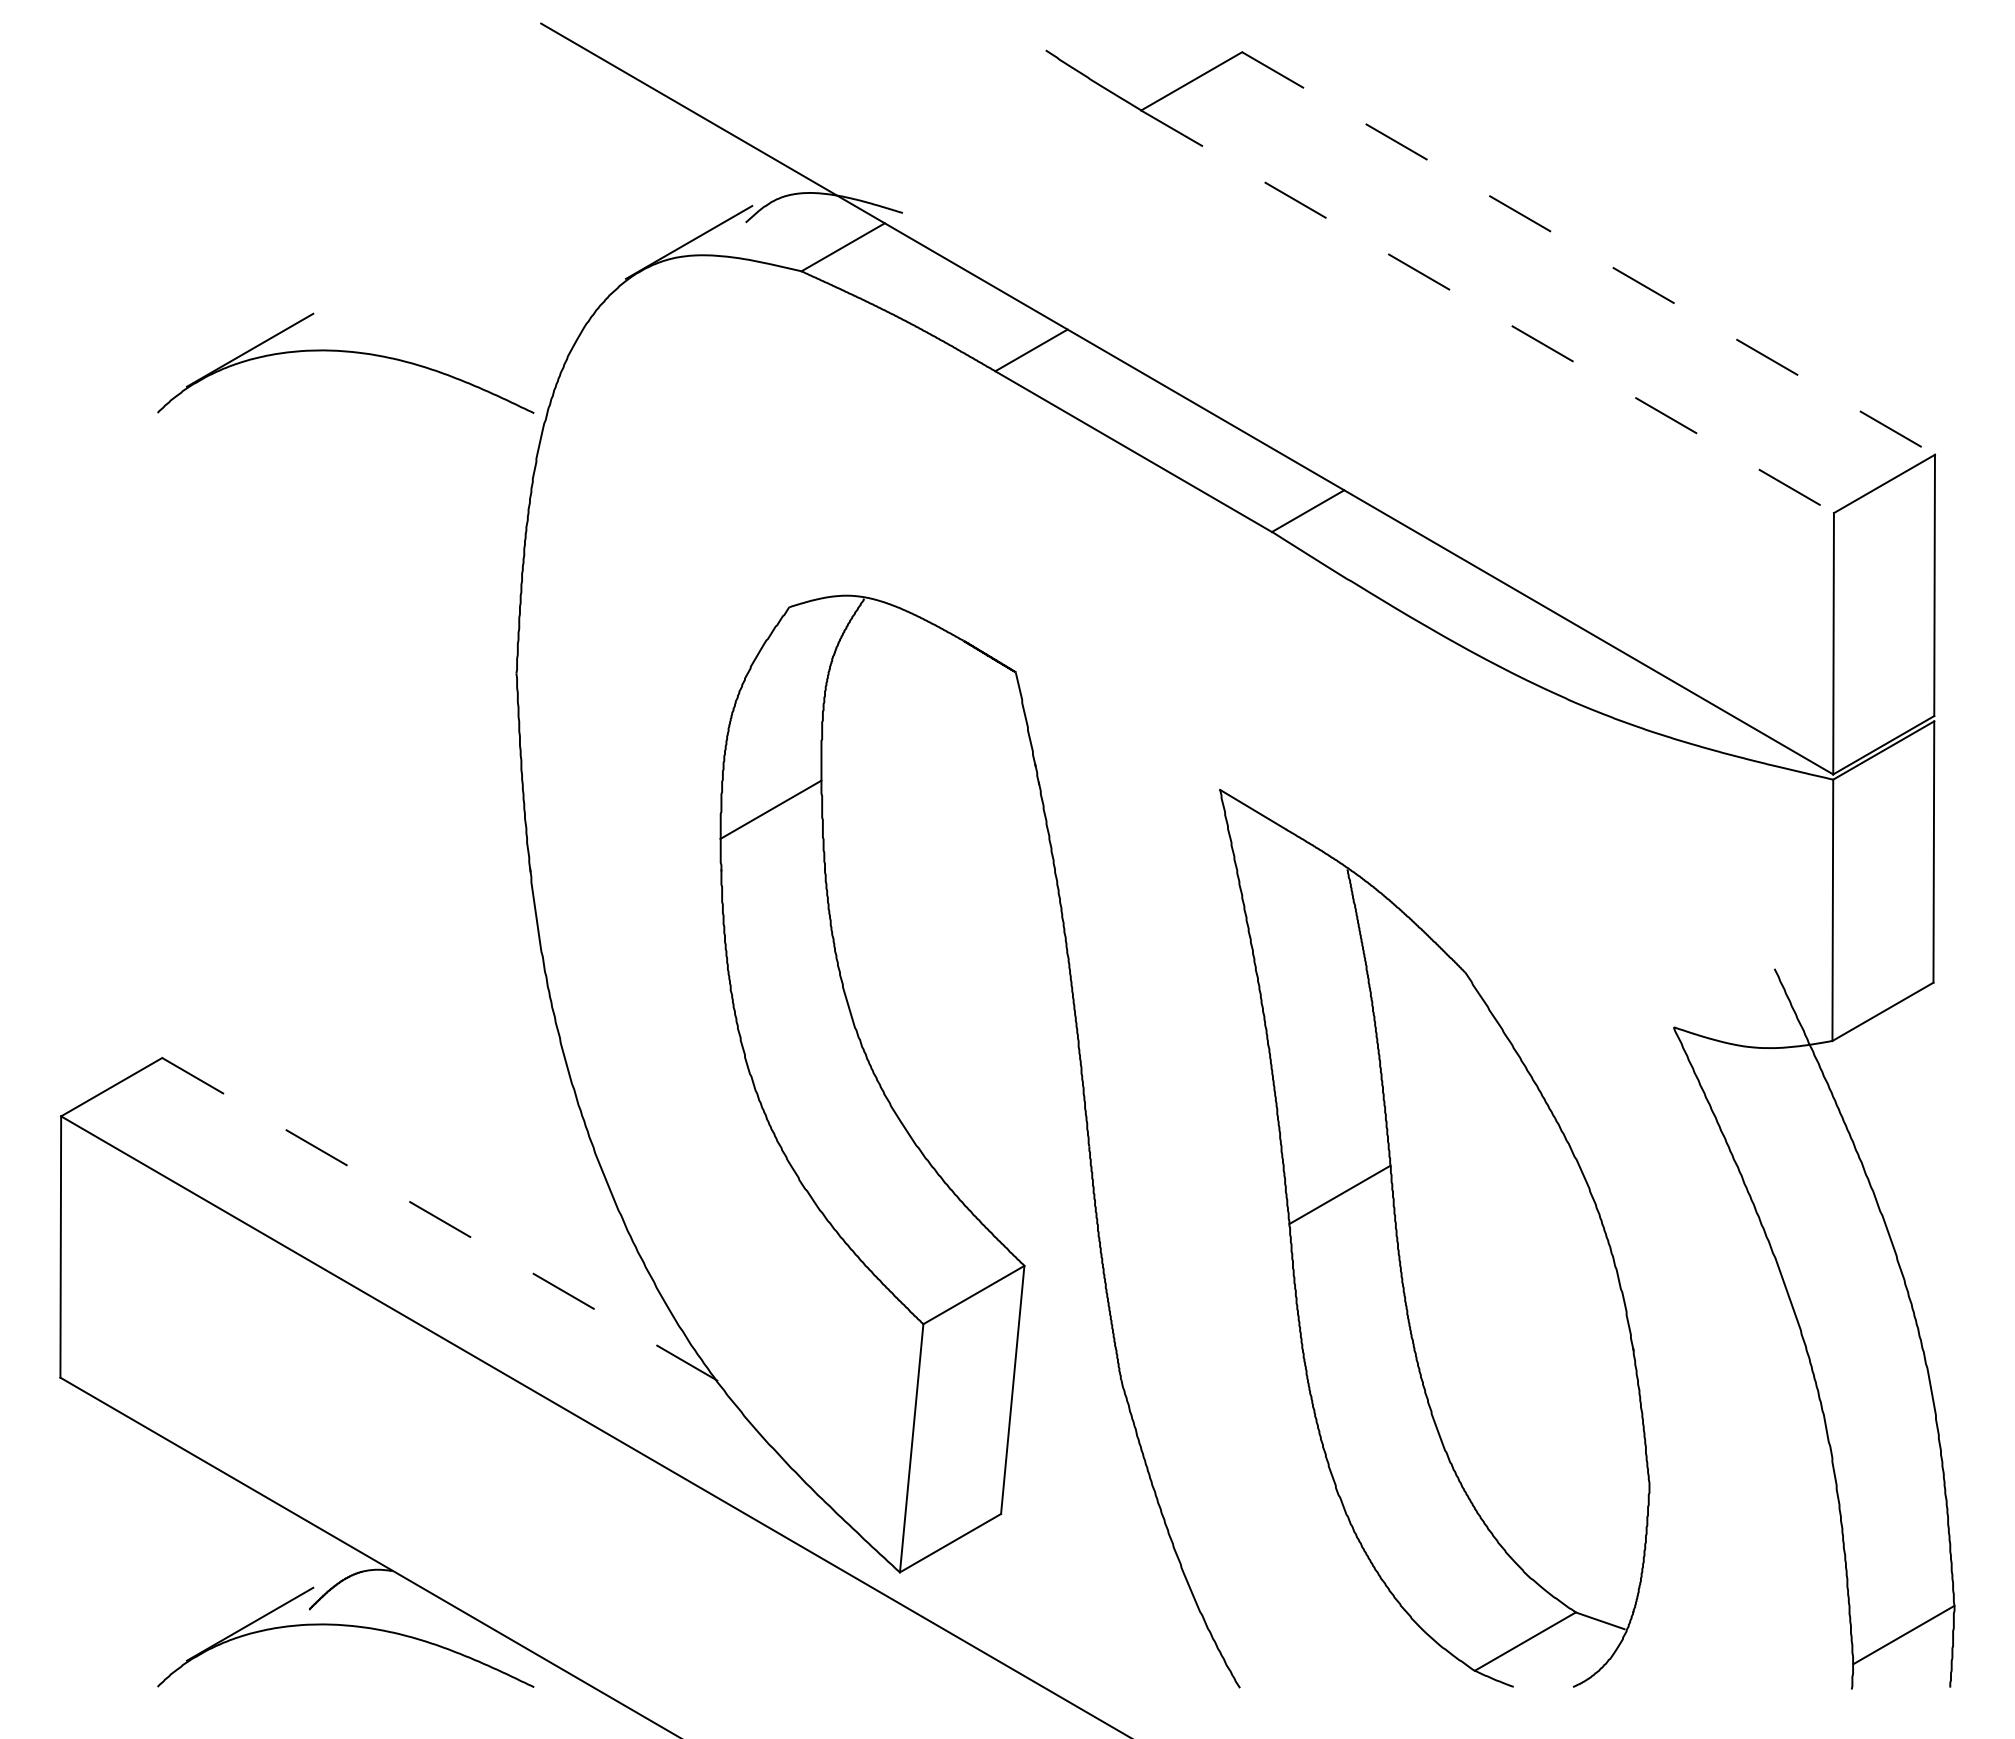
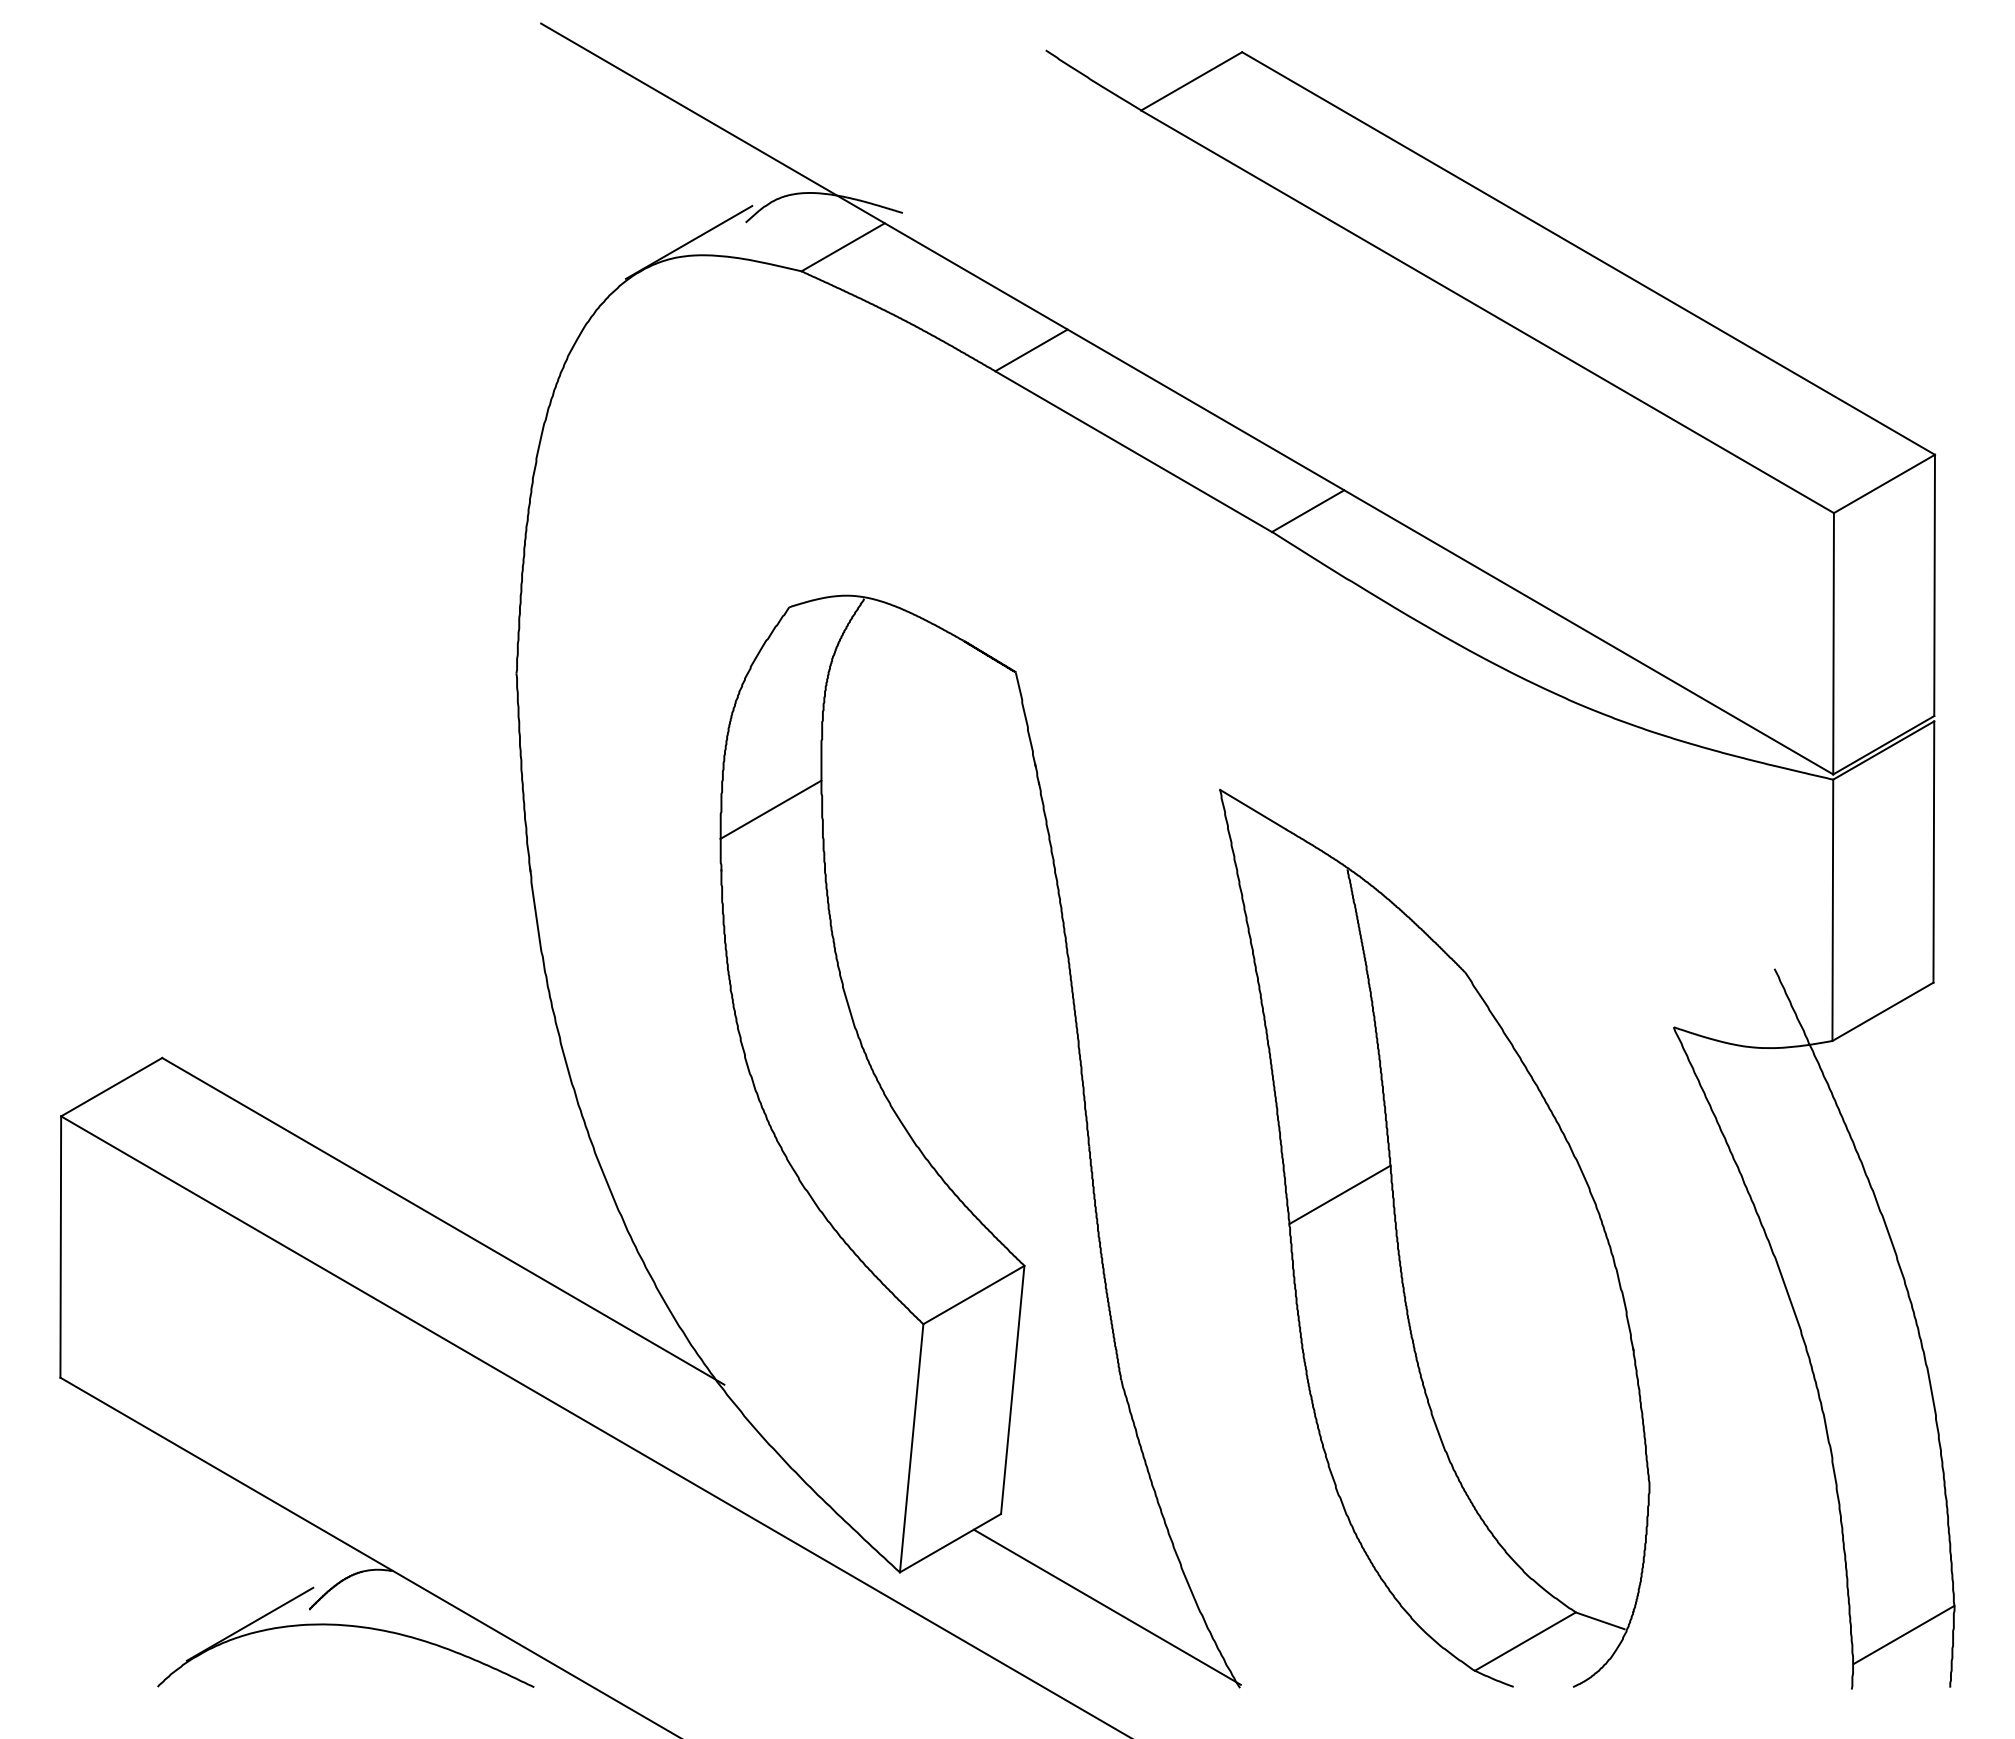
line at (1588, 253): dashed -> solid
line at (1487, 311): dashed -> solid
part at (345, 352): present -> none
line at (443, 1221): dashed -> solid
line at (1106, 1606): none -> present
